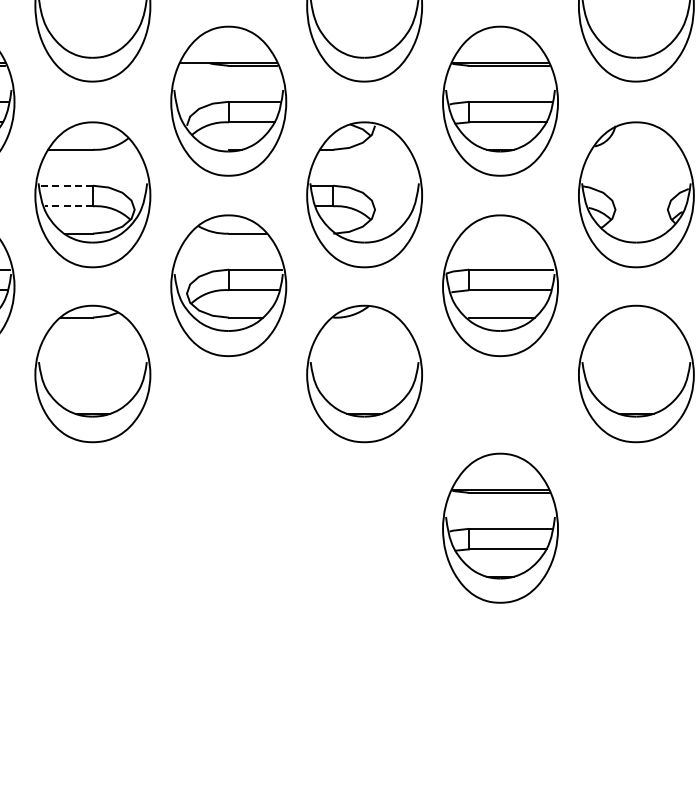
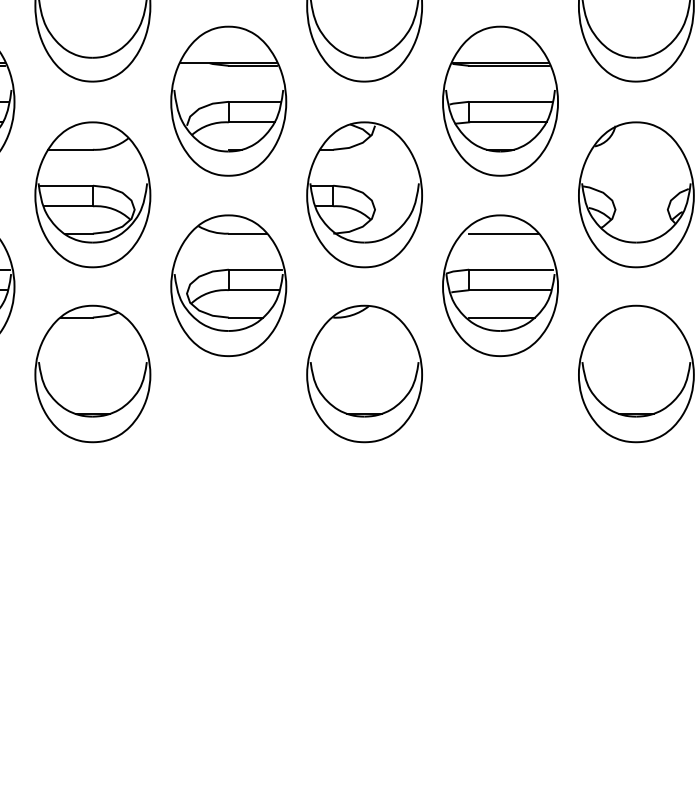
line at (66, 185): dashed -> solid
line at (68, 206): dashed -> solid
line at (503, 233): none -> present
part at (500, 527): present -> none
